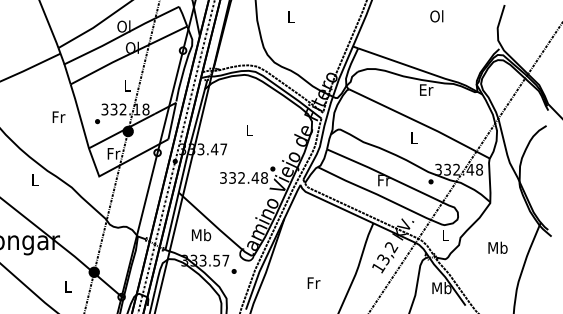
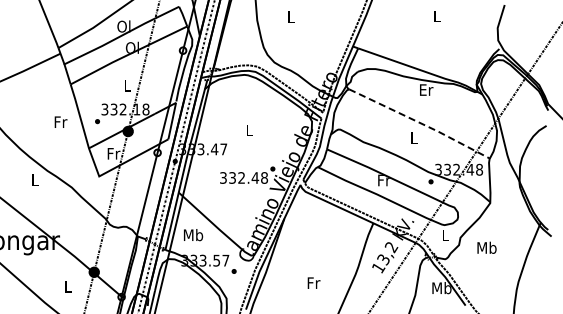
text at (436, 16): Ol -> L
text at (58, 116) position: (58, 116) -> (60, 121)
line at (421, 123): solid -> dashed
text at (201, 235) position: (201, 235) -> (193, 235)
text at (497, 247) position: (497, 247) -> (486, 247)
